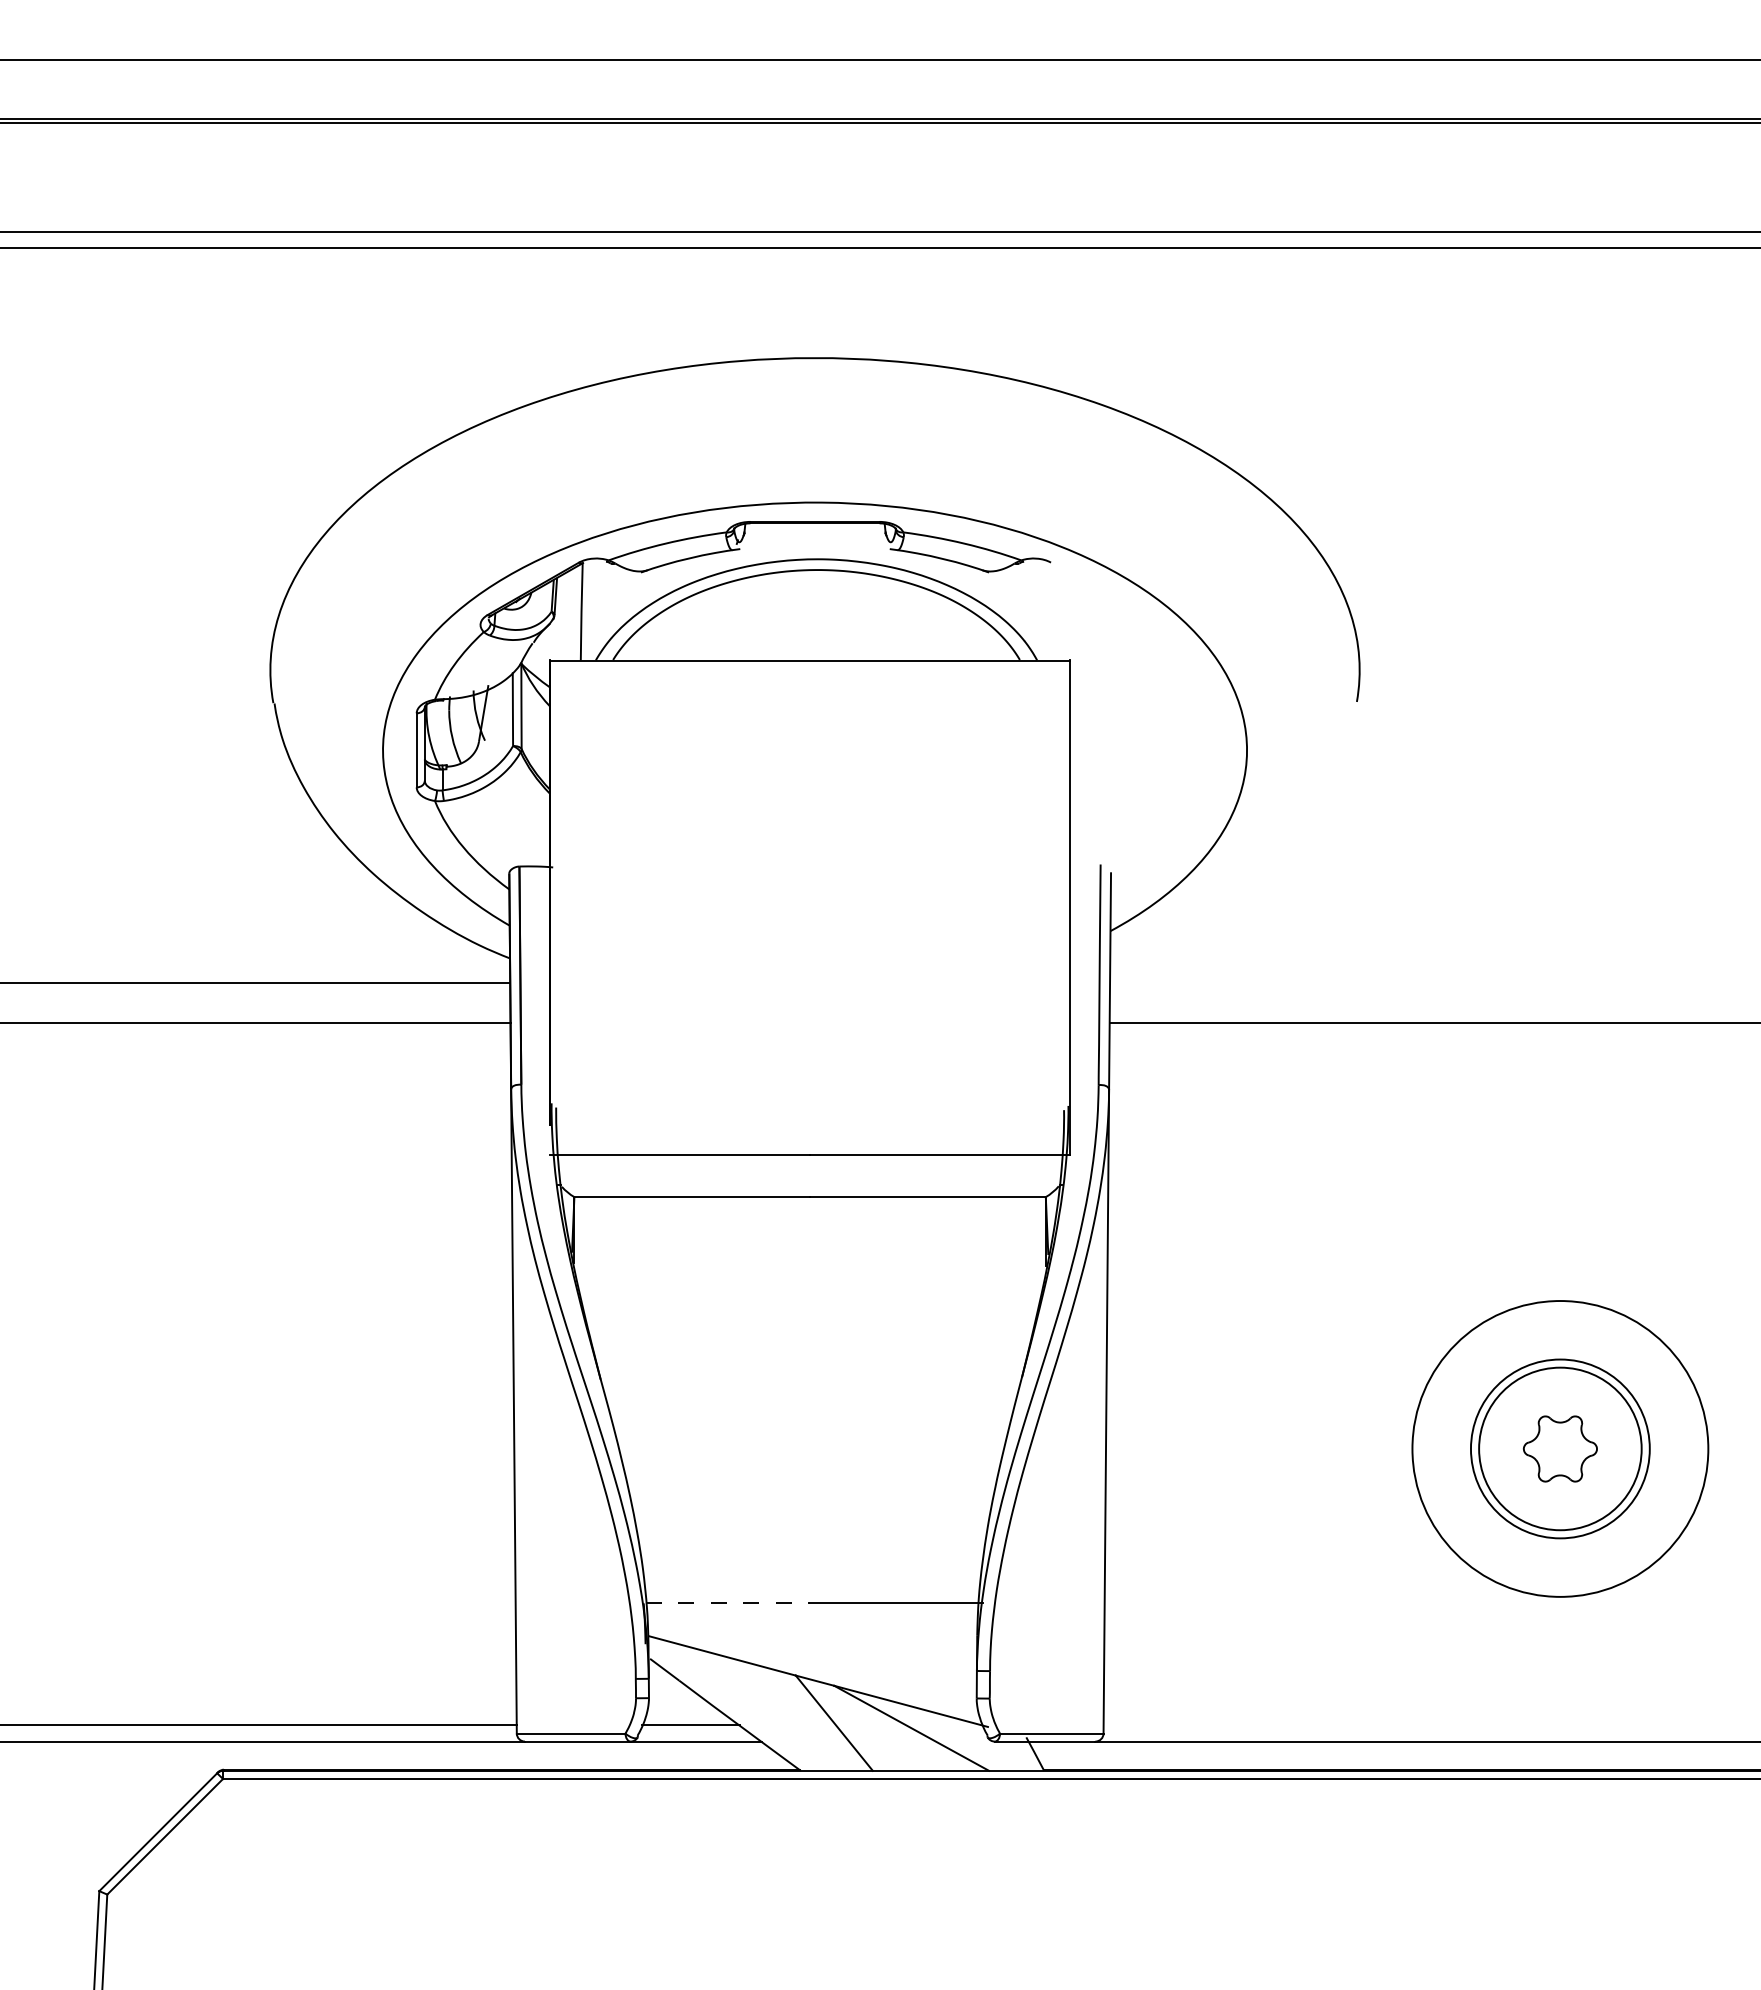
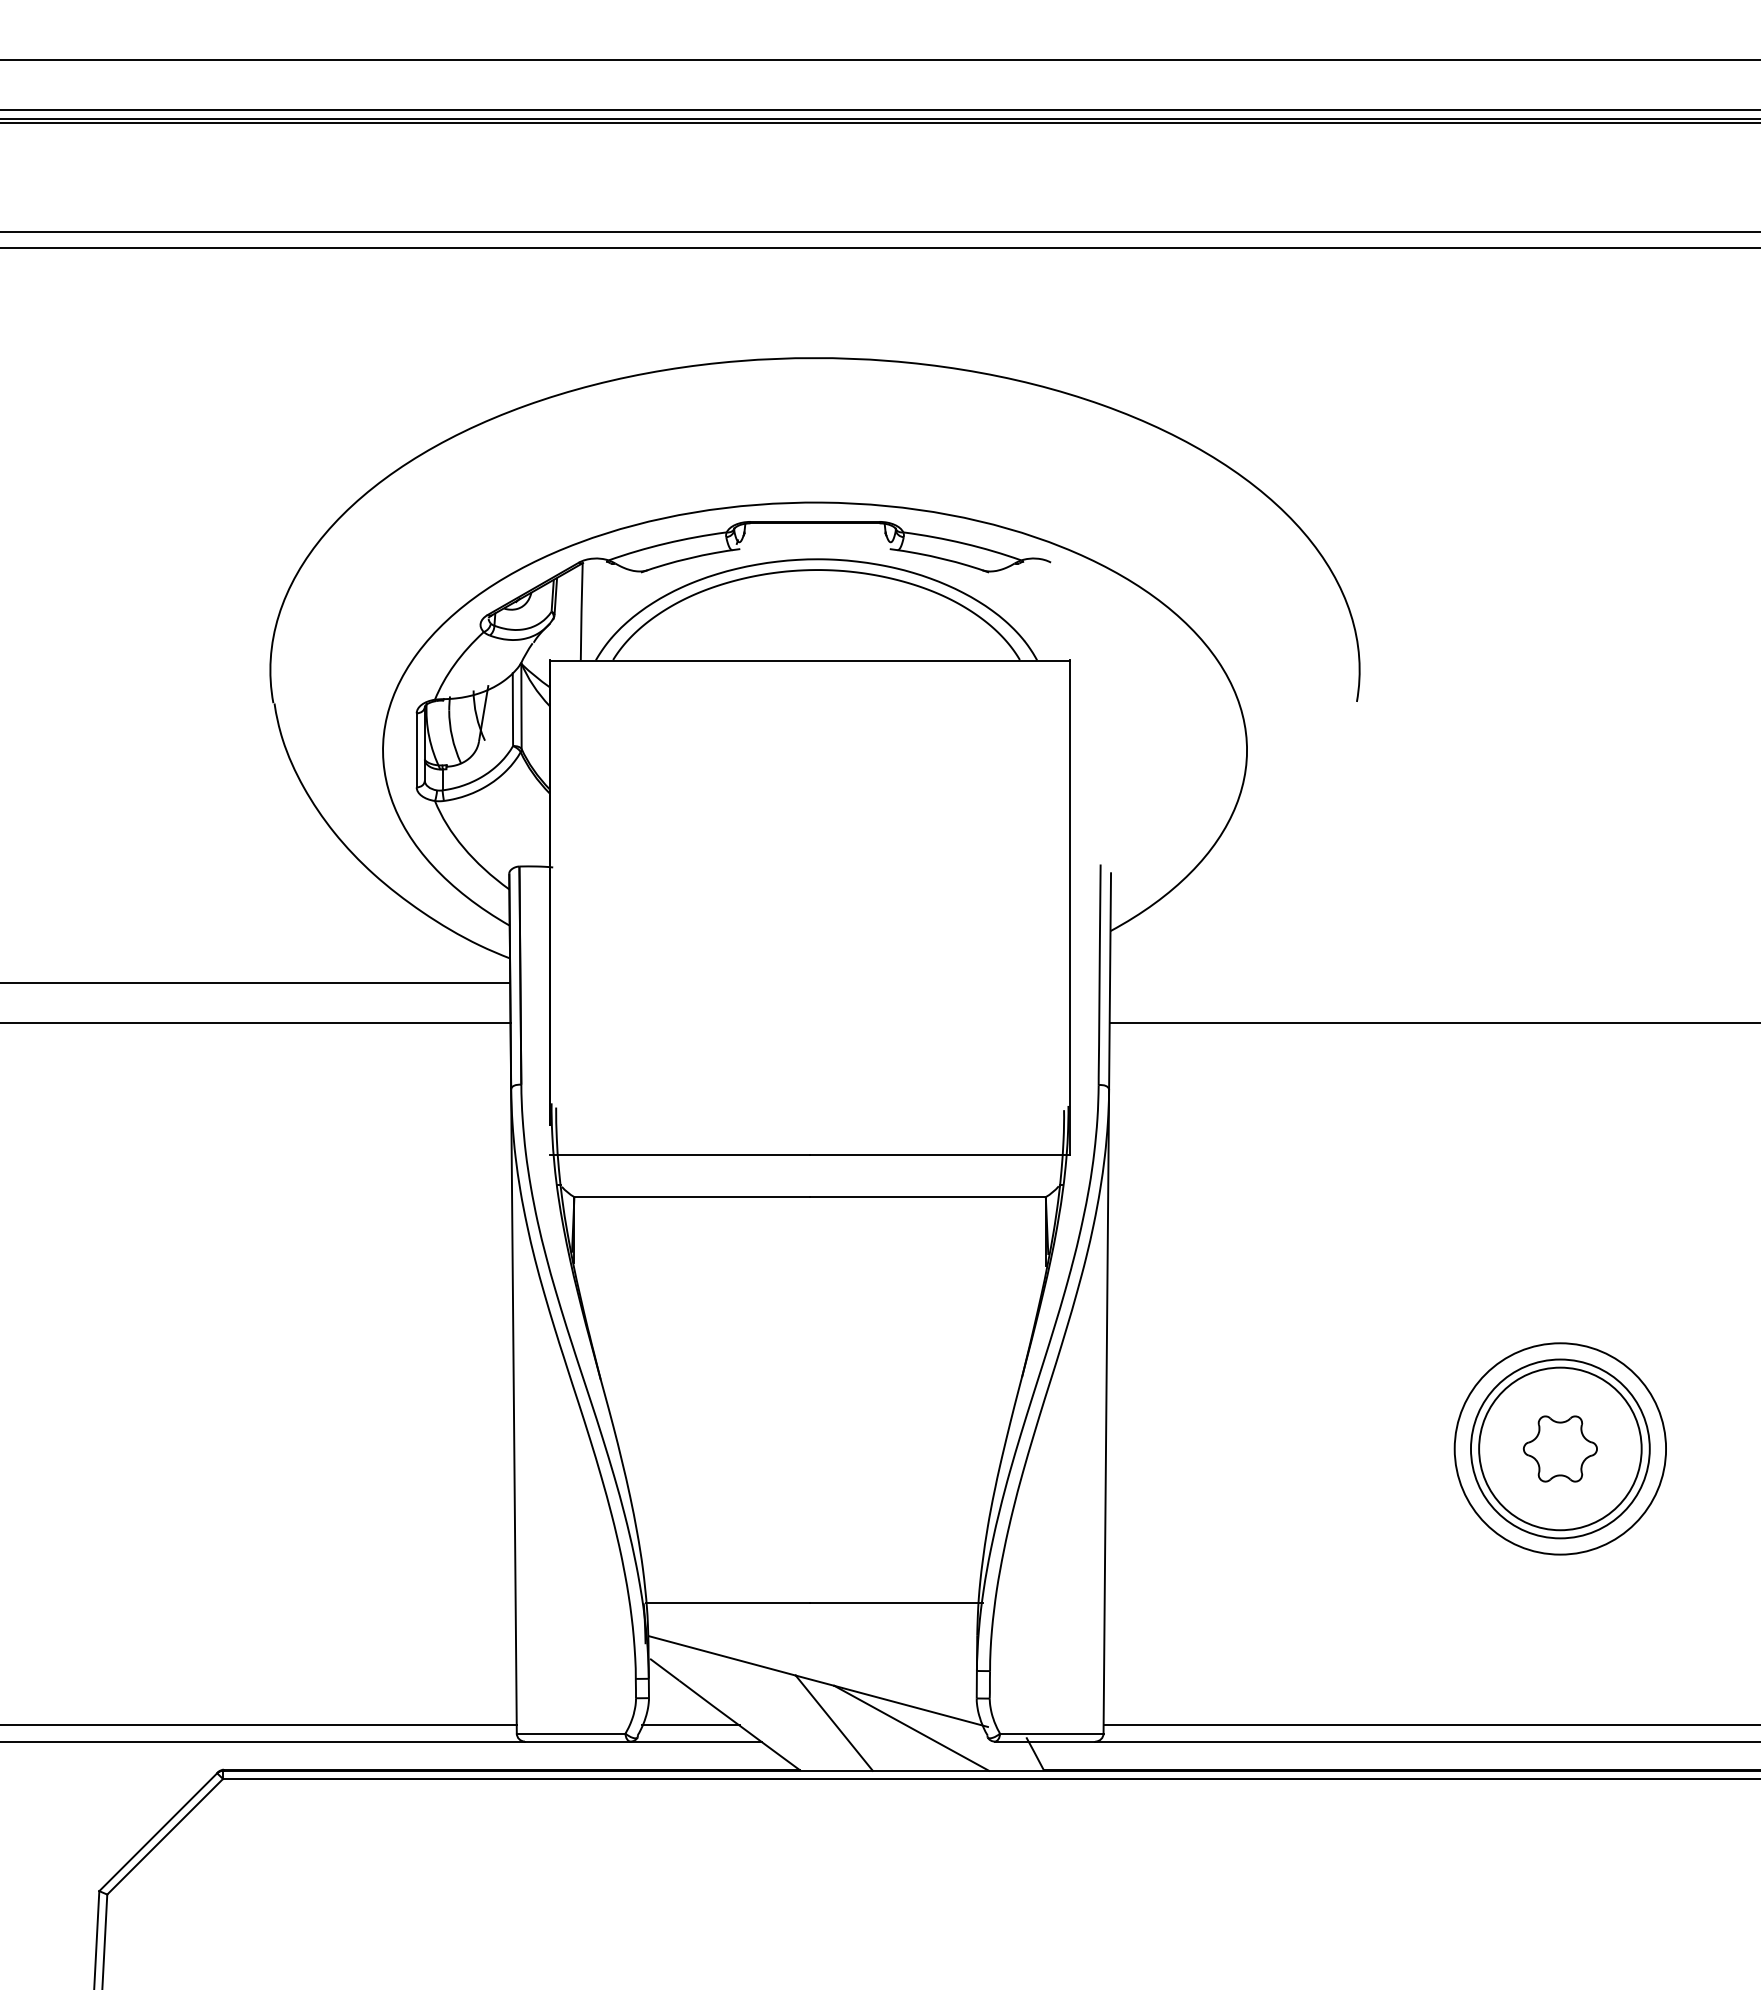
line at (879, 109): none -> present
circle at (1560, 1448) diameter: 296 px -> 211 px
line at (728, 1603): dashed -> solid
line at (1430, 1725): none -> present
